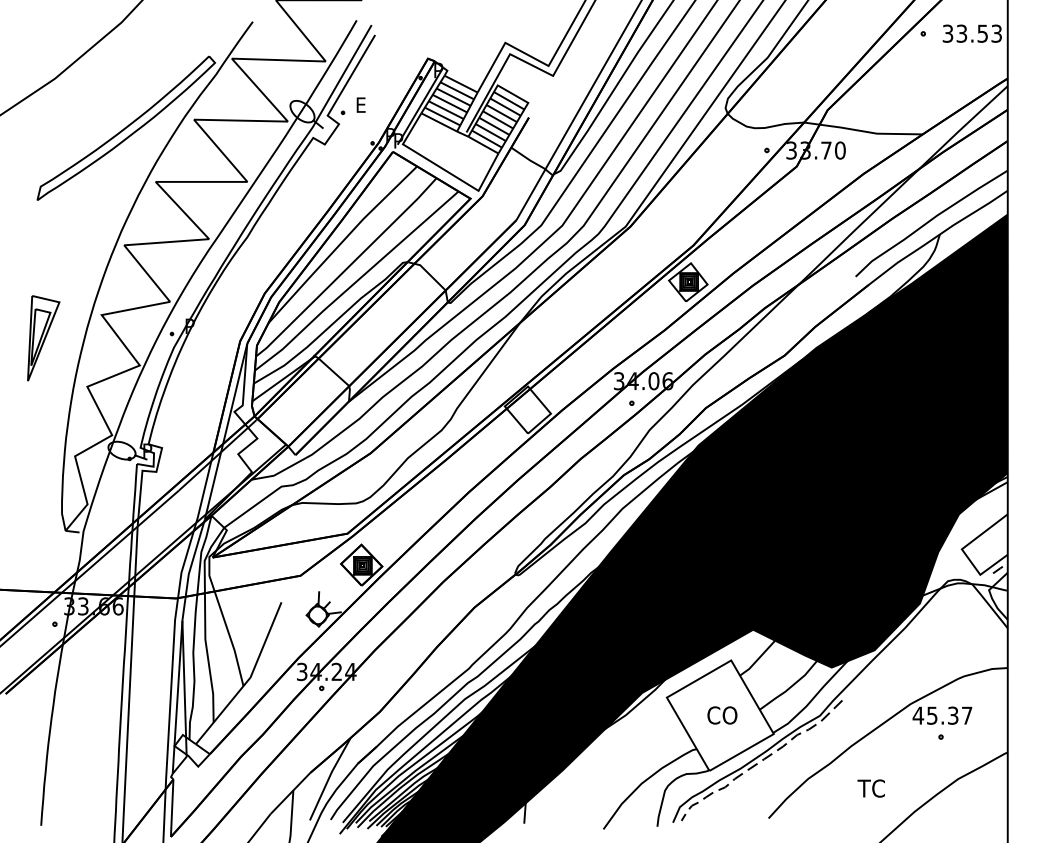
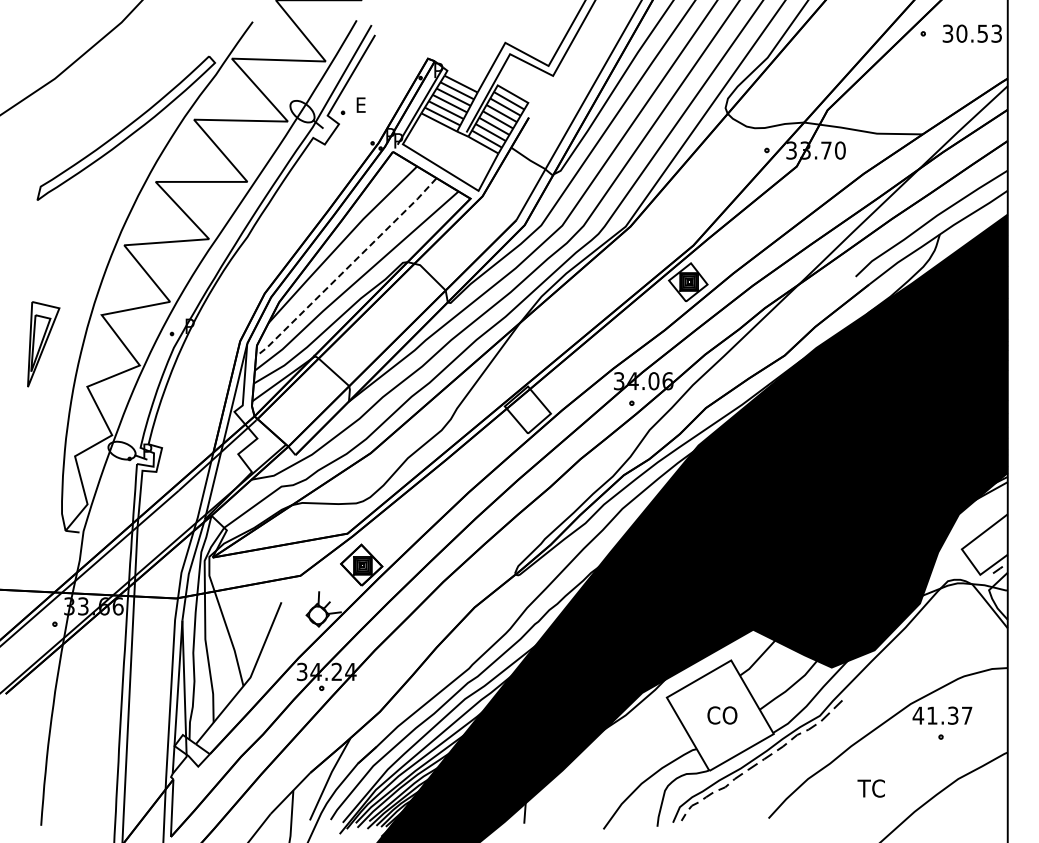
text at (961, 33): 33.53 -> 30.53
line at (346, 268): solid -> dashed
part at (43, 338) position: (43, 338) -> (43, 344)
text at (932, 715): 45.37 -> 41.37
